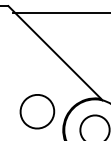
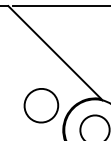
line at (60, 13) position: (60, 13) -> (60, 6)
part at (37, 111) position: (37, 111) -> (41, 105)
